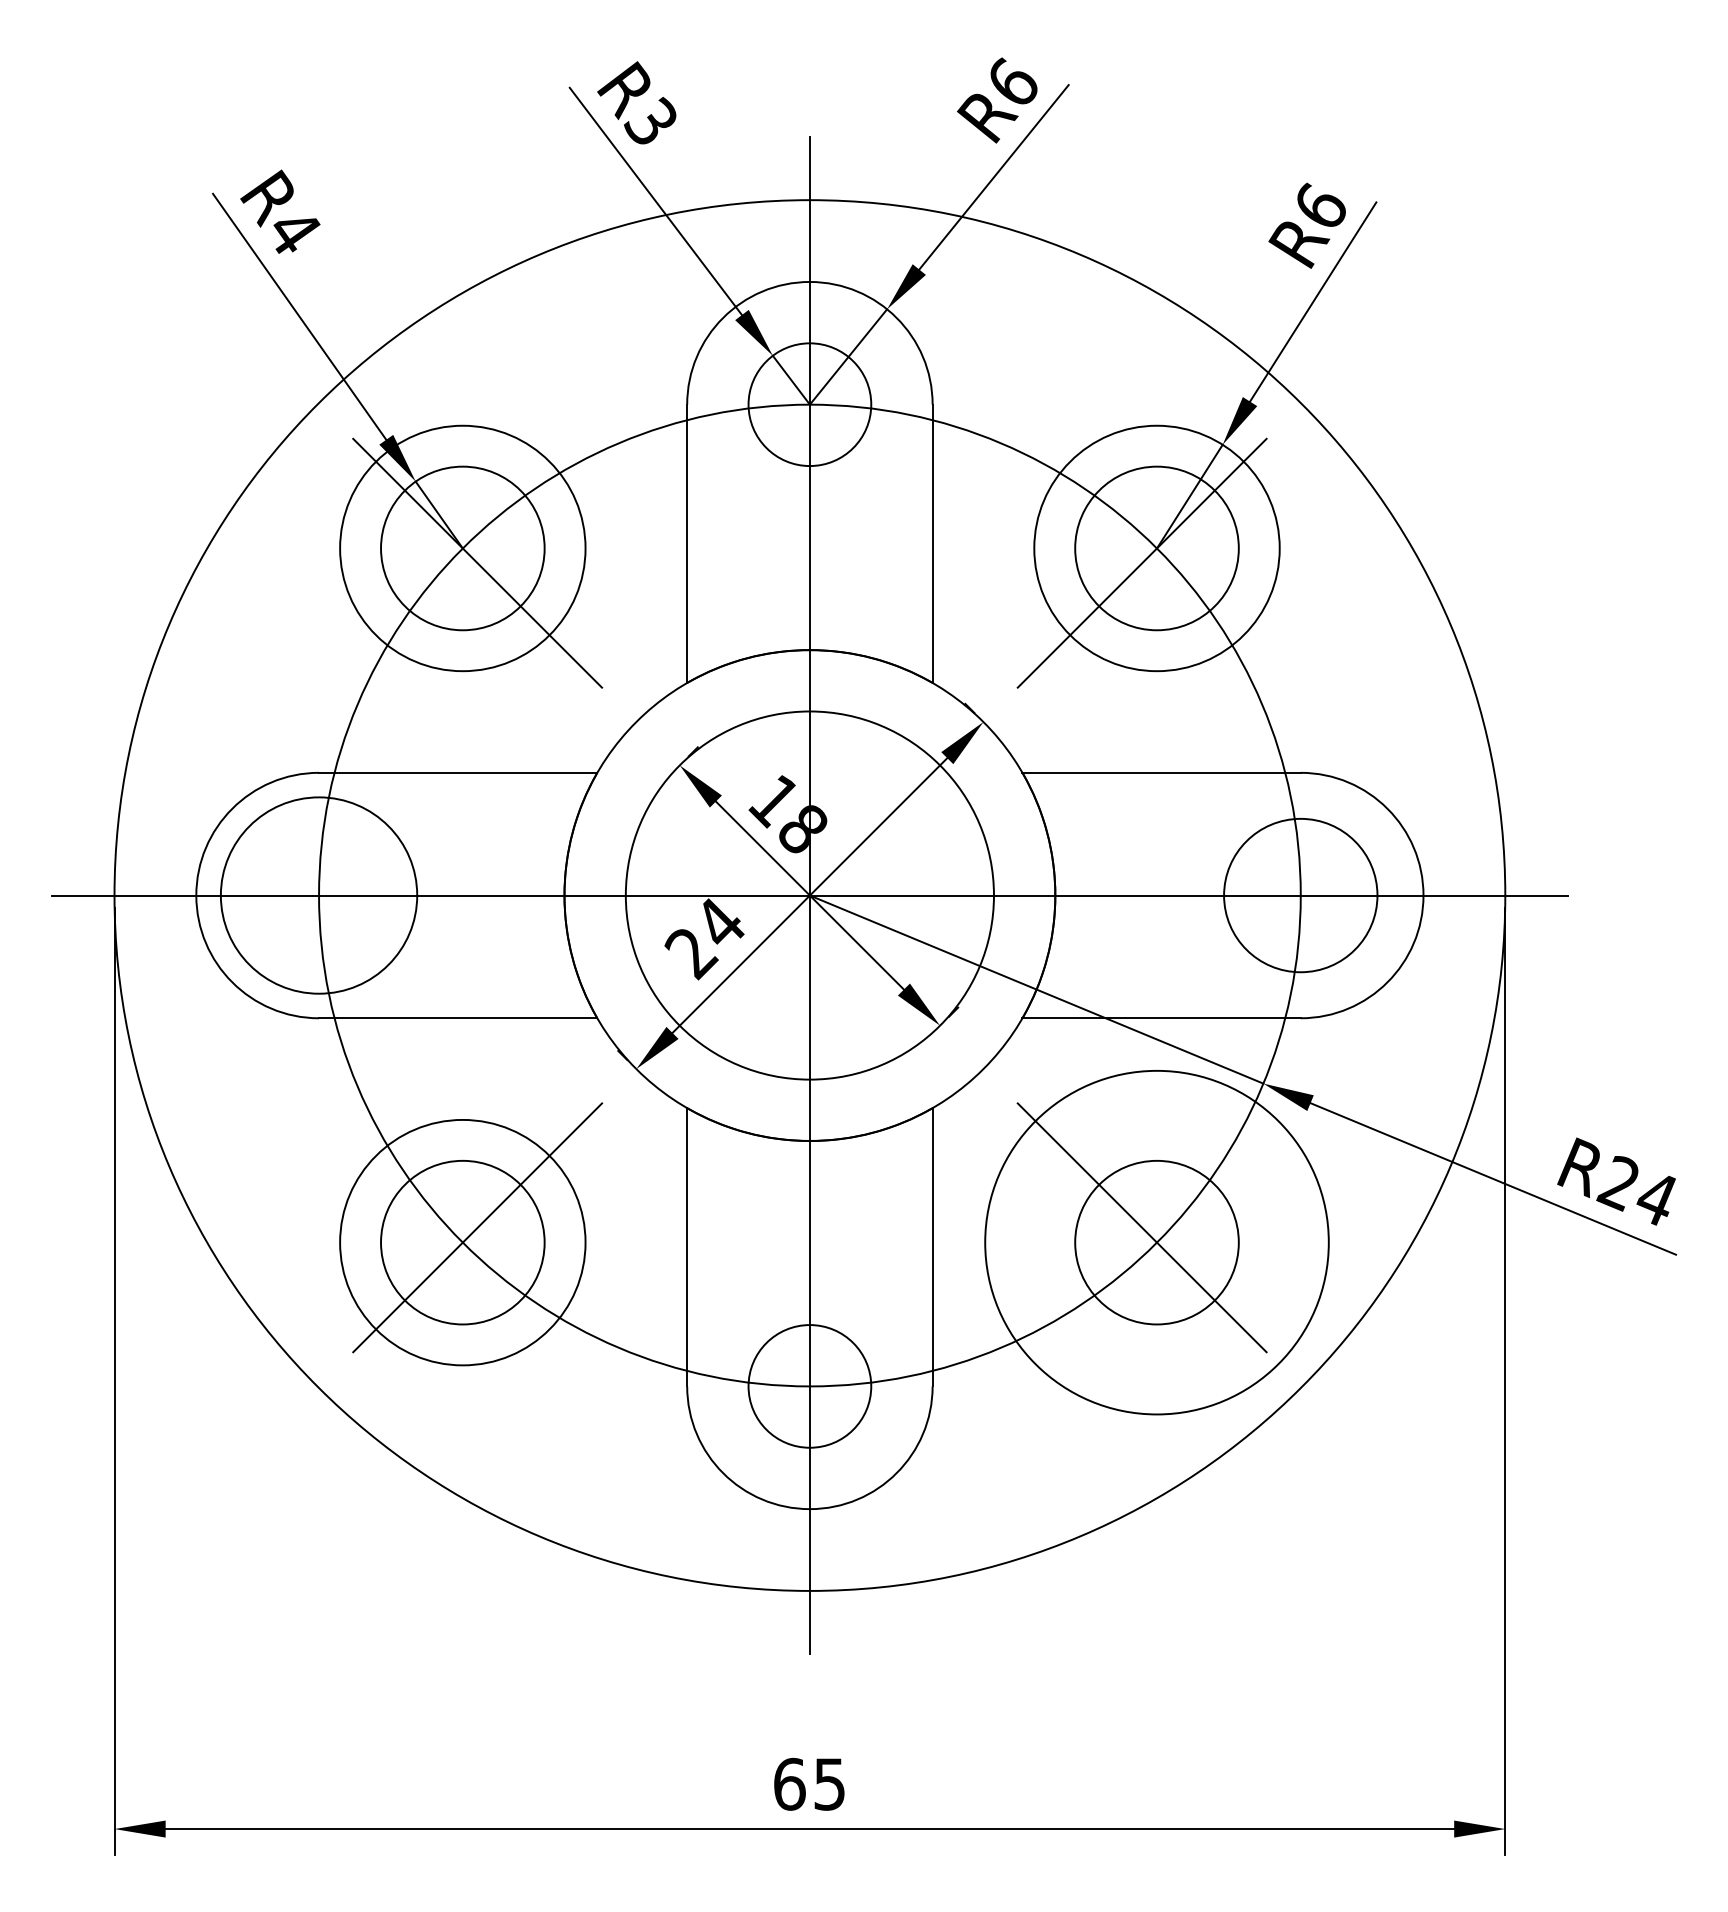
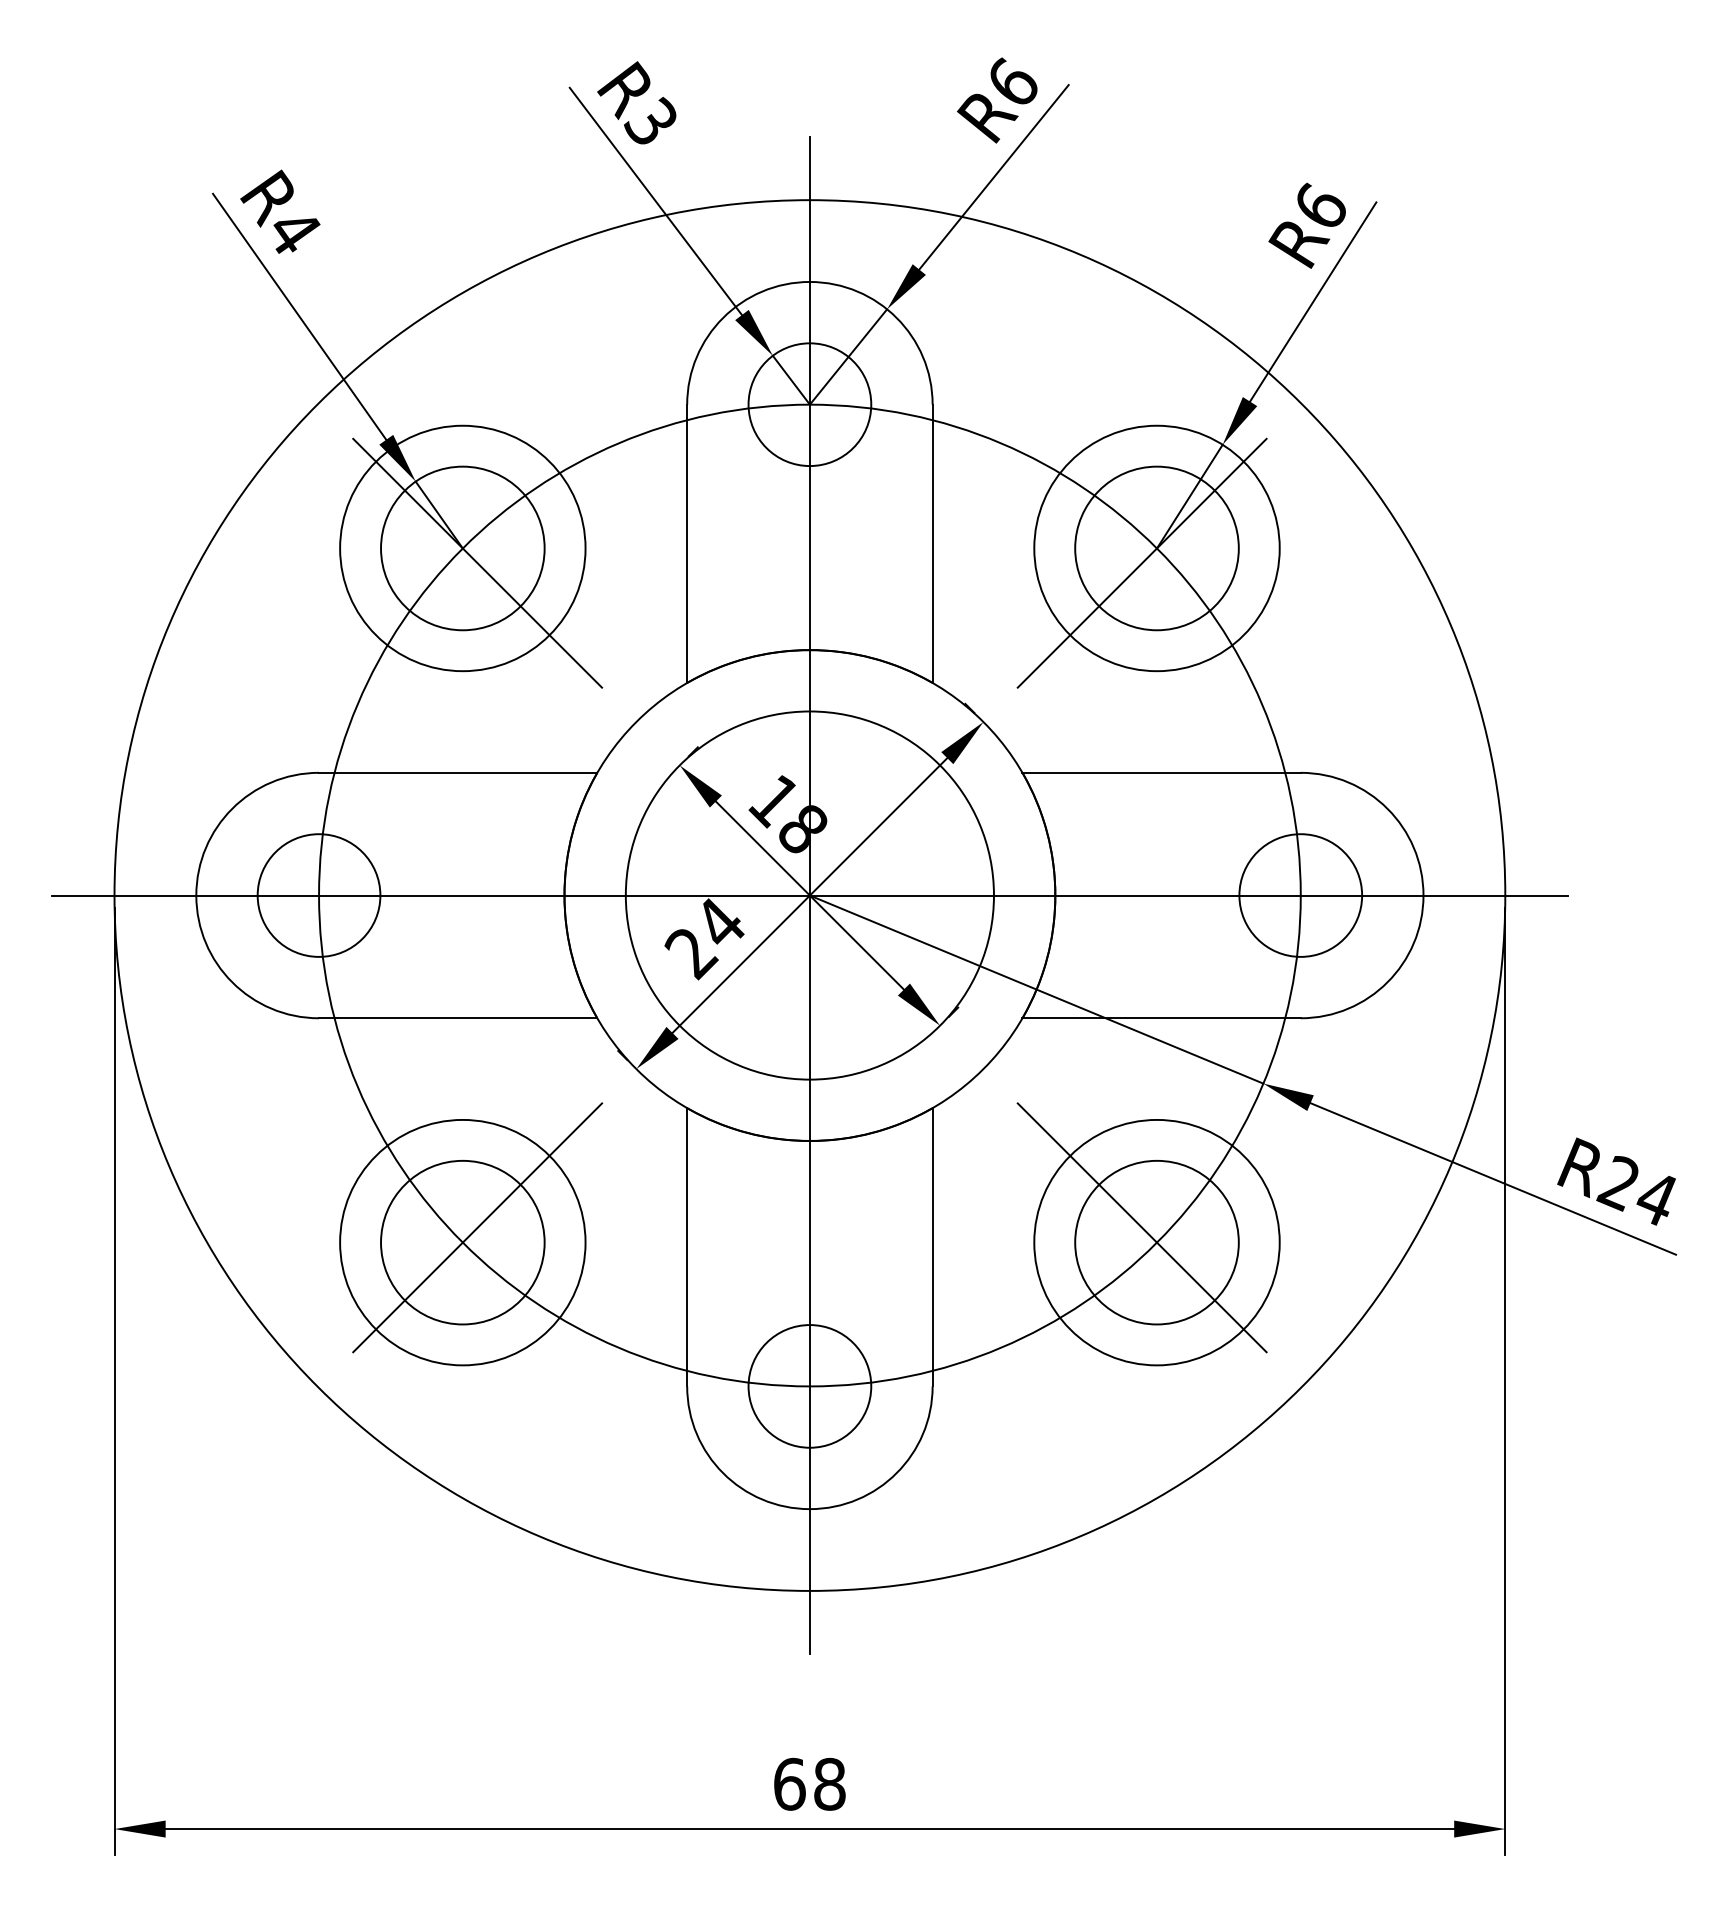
circle at (318, 895) diameter: 196 px -> 123 px
circle at (1300, 895) diameter: 153 px -> 123 px
circle at (1156, 1242) diameter: 344 px -> 245 px
text at (829, 1783): 65 -> 68
